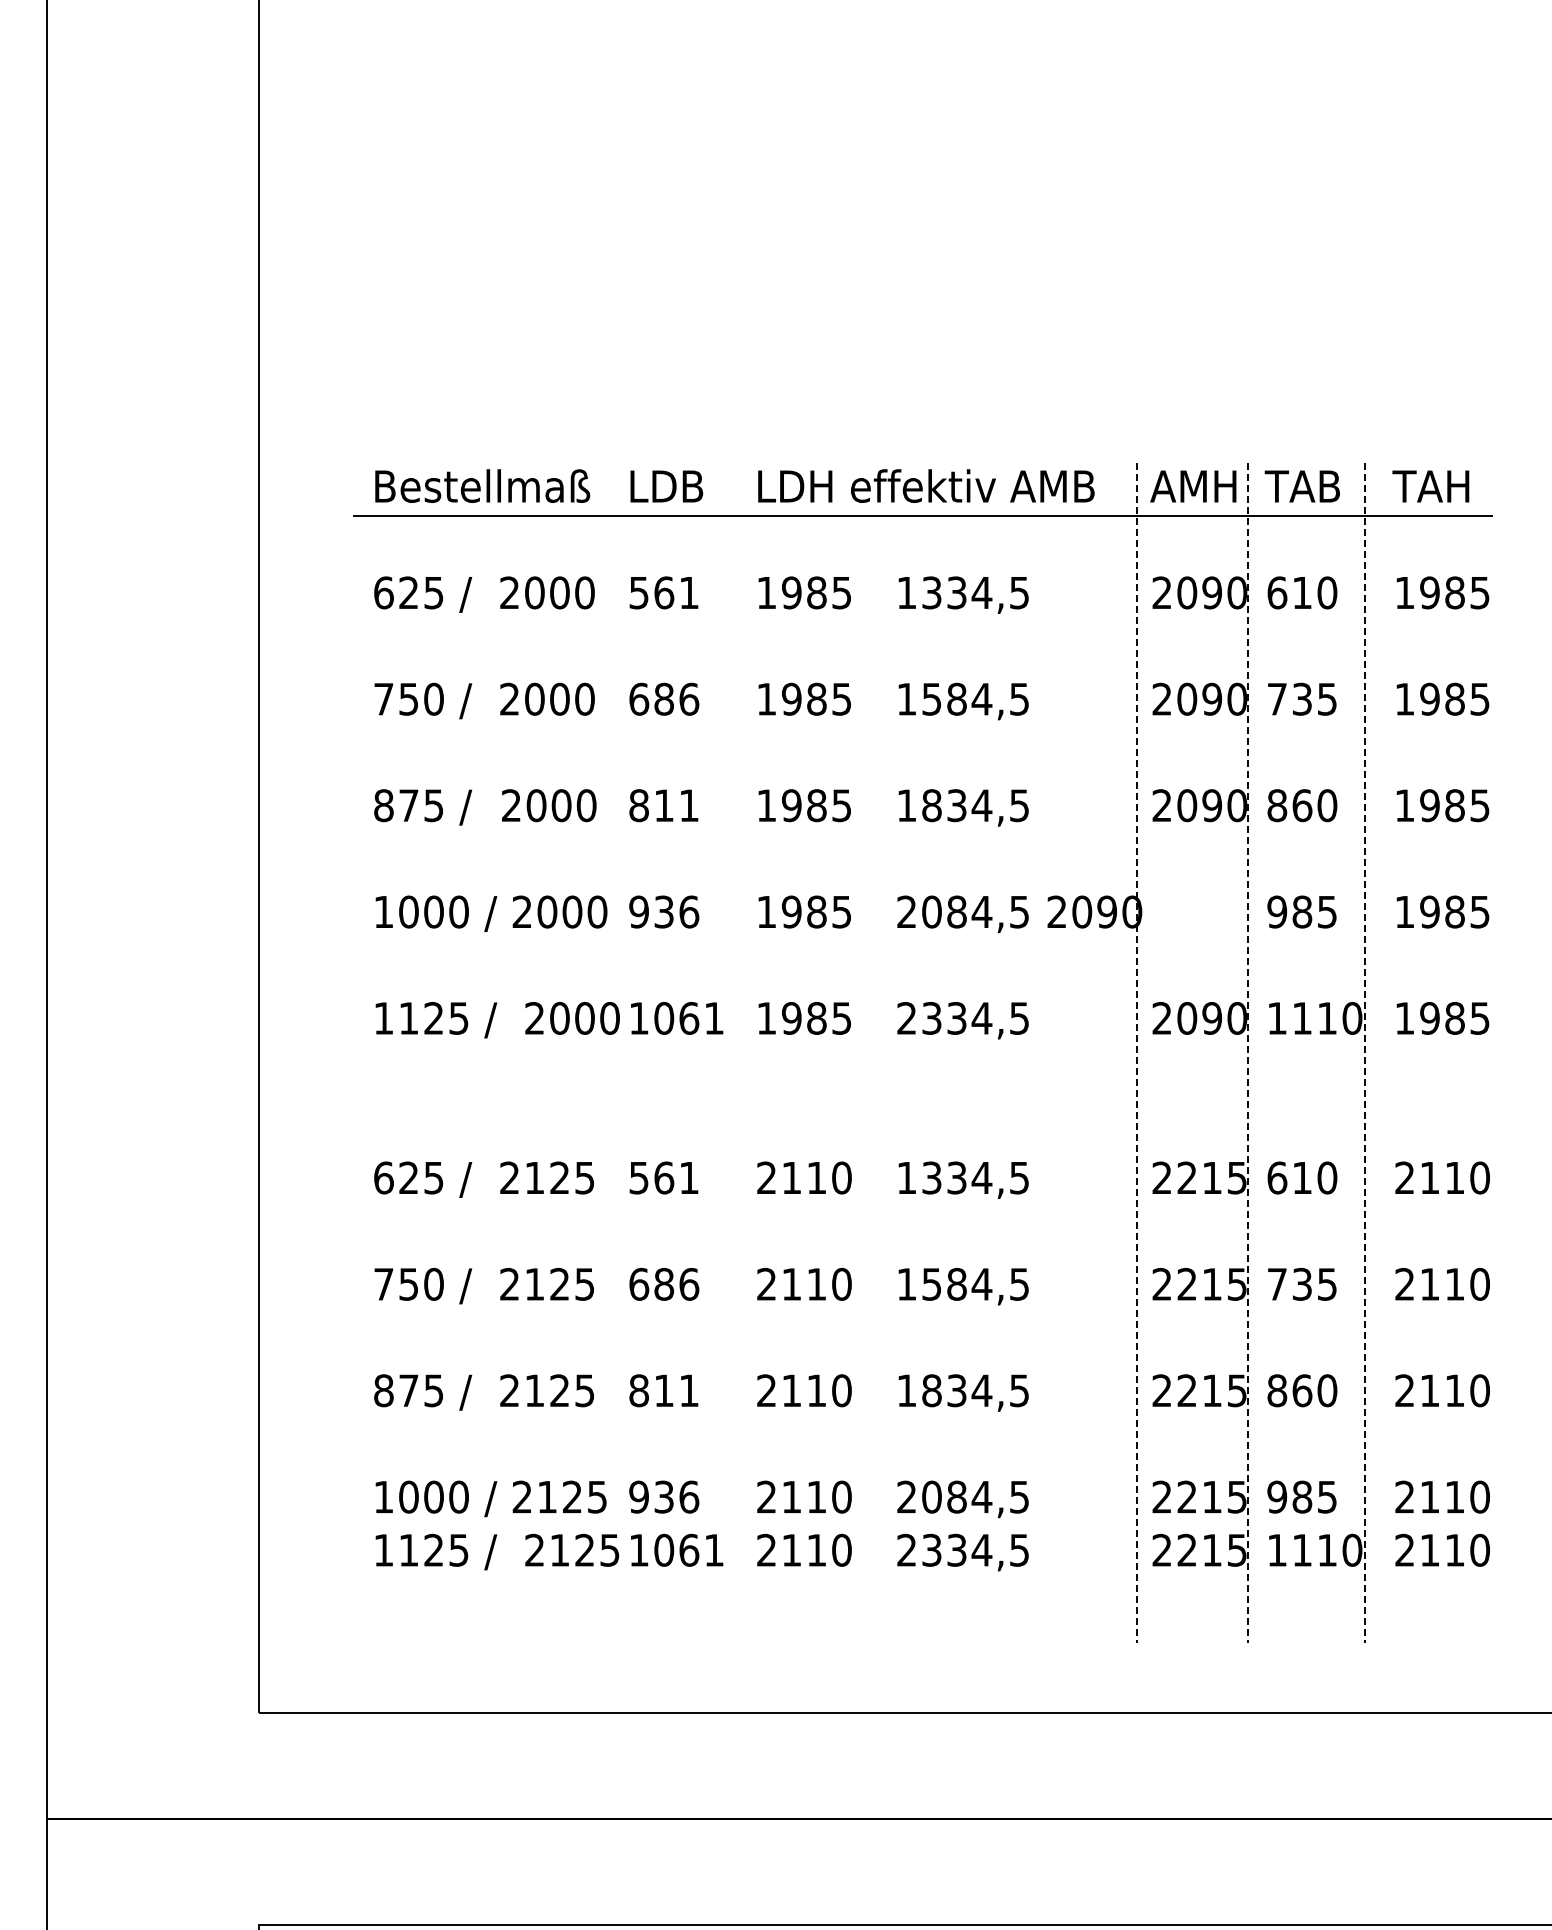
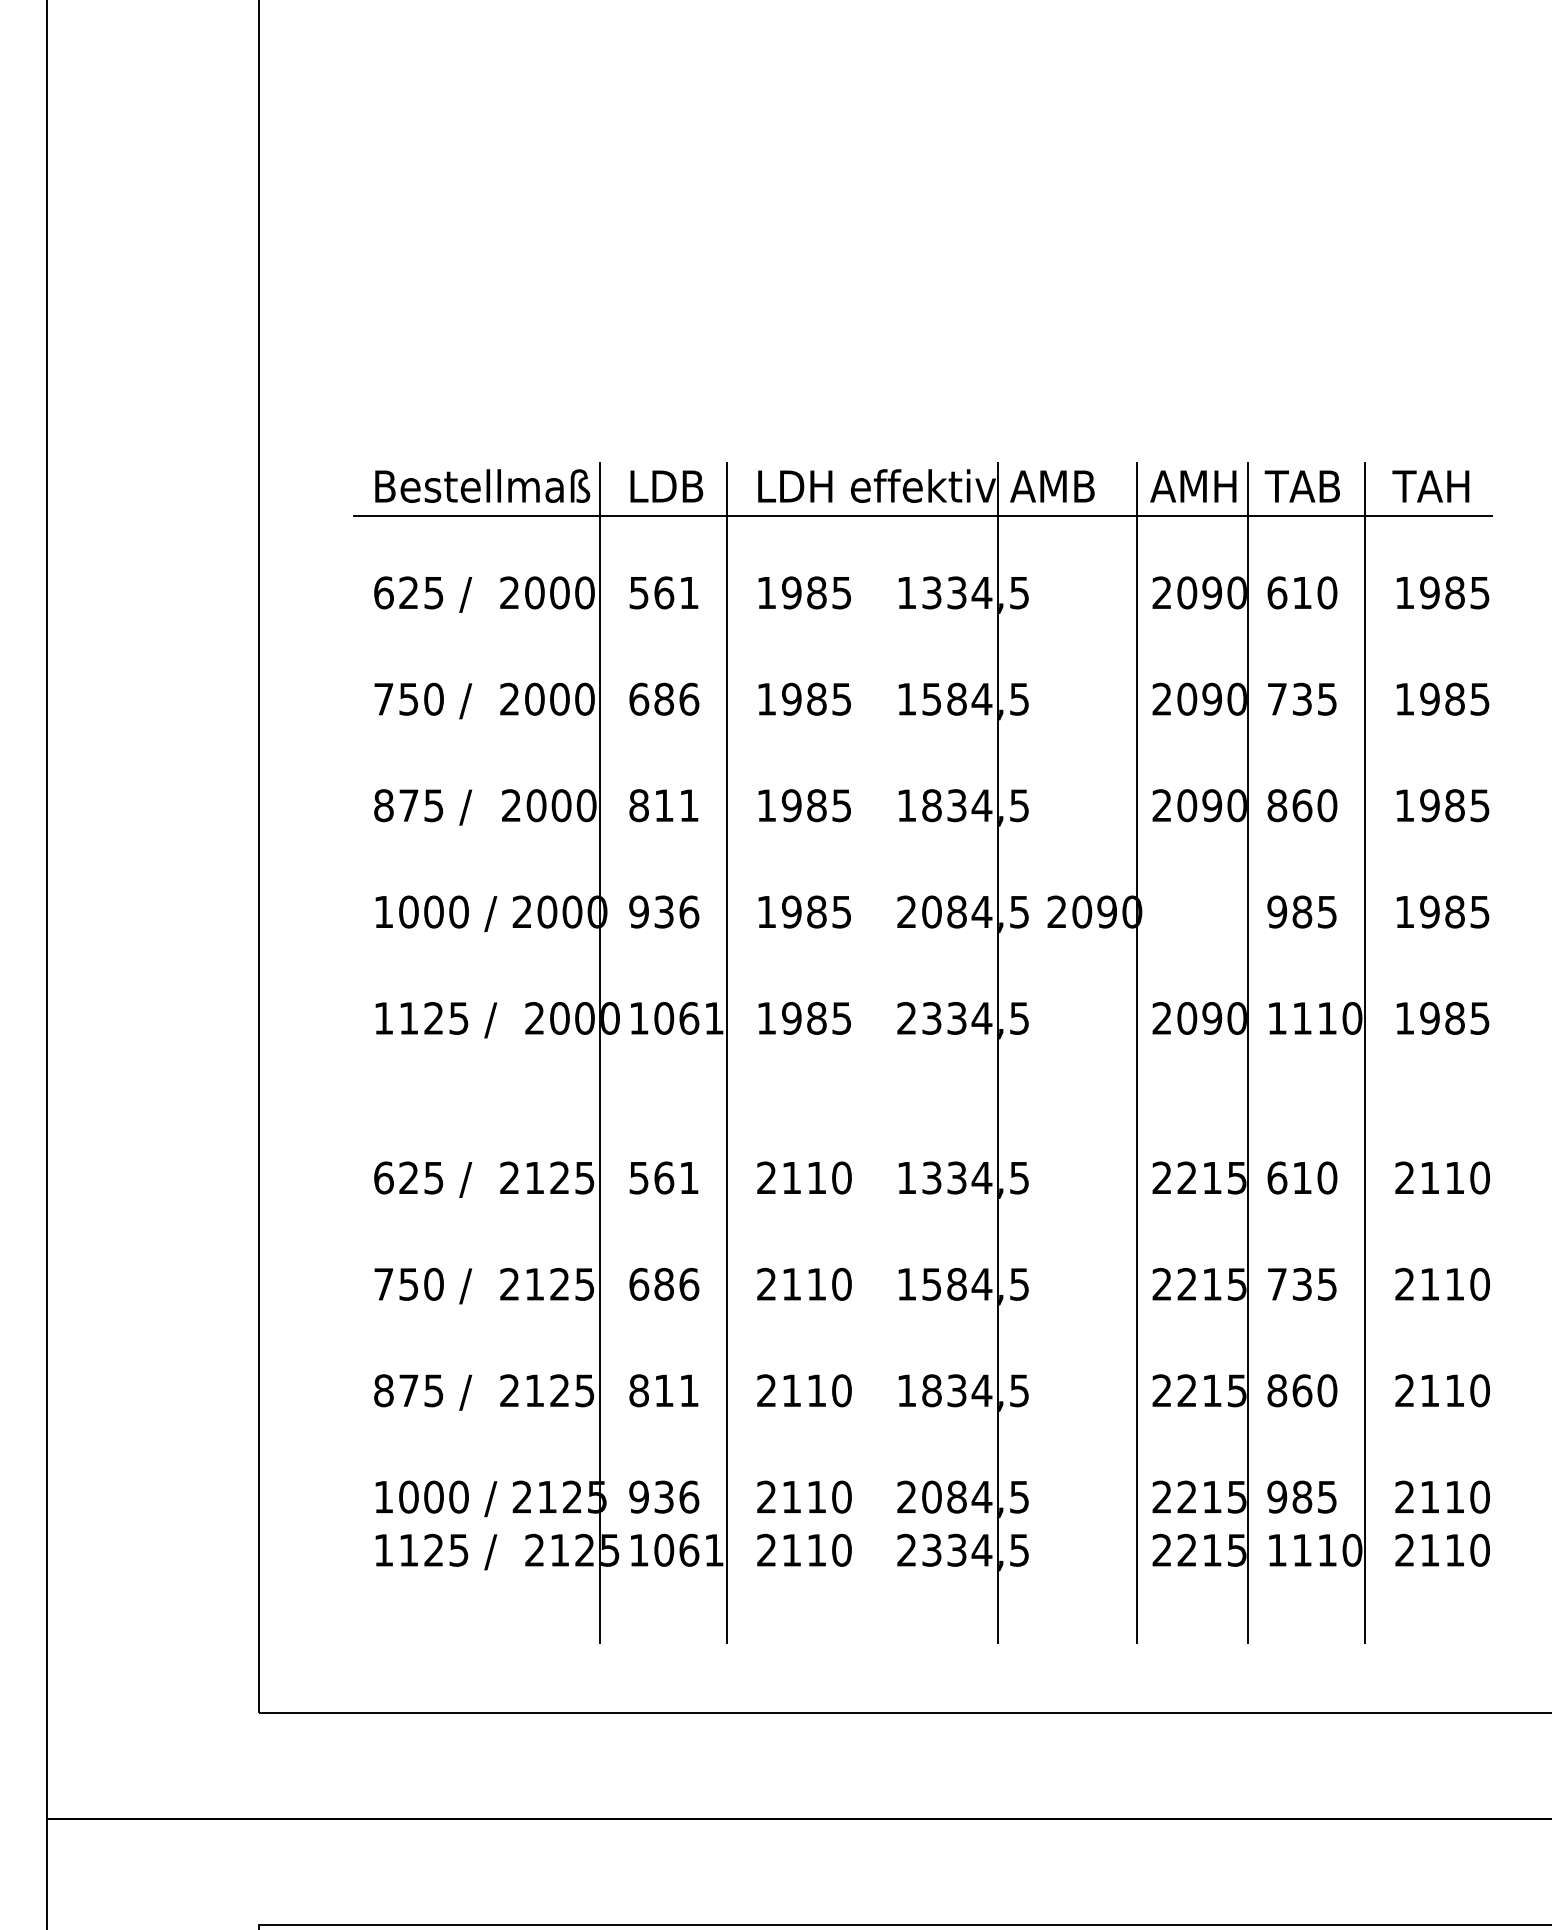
line at (599, 1052): none -> present
line at (727, 1052): none -> present
line at (998, 1052): none -> present
line at (1136, 1053): dashed -> solid
line at (1248, 1053): dashed -> solid
line at (1365, 1053): dashed -> solid
